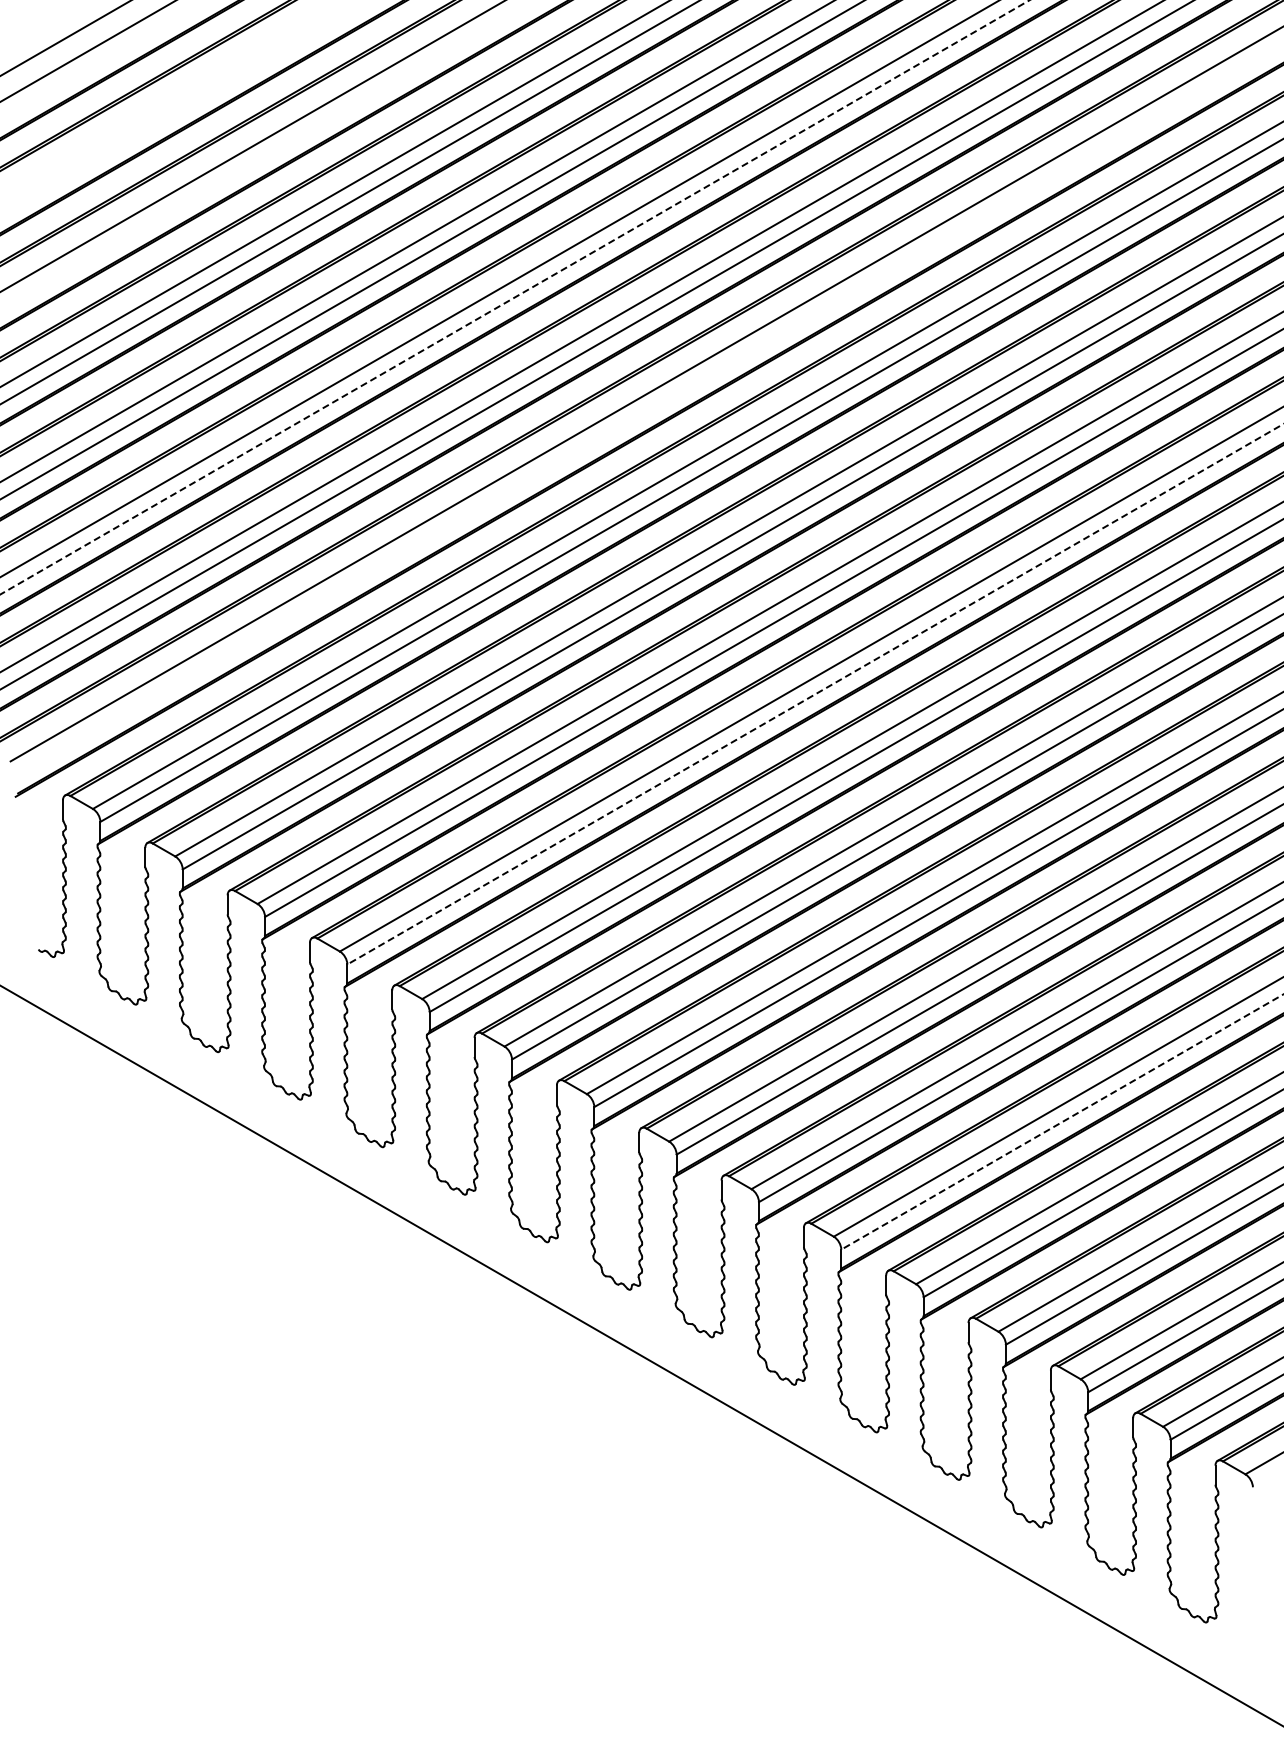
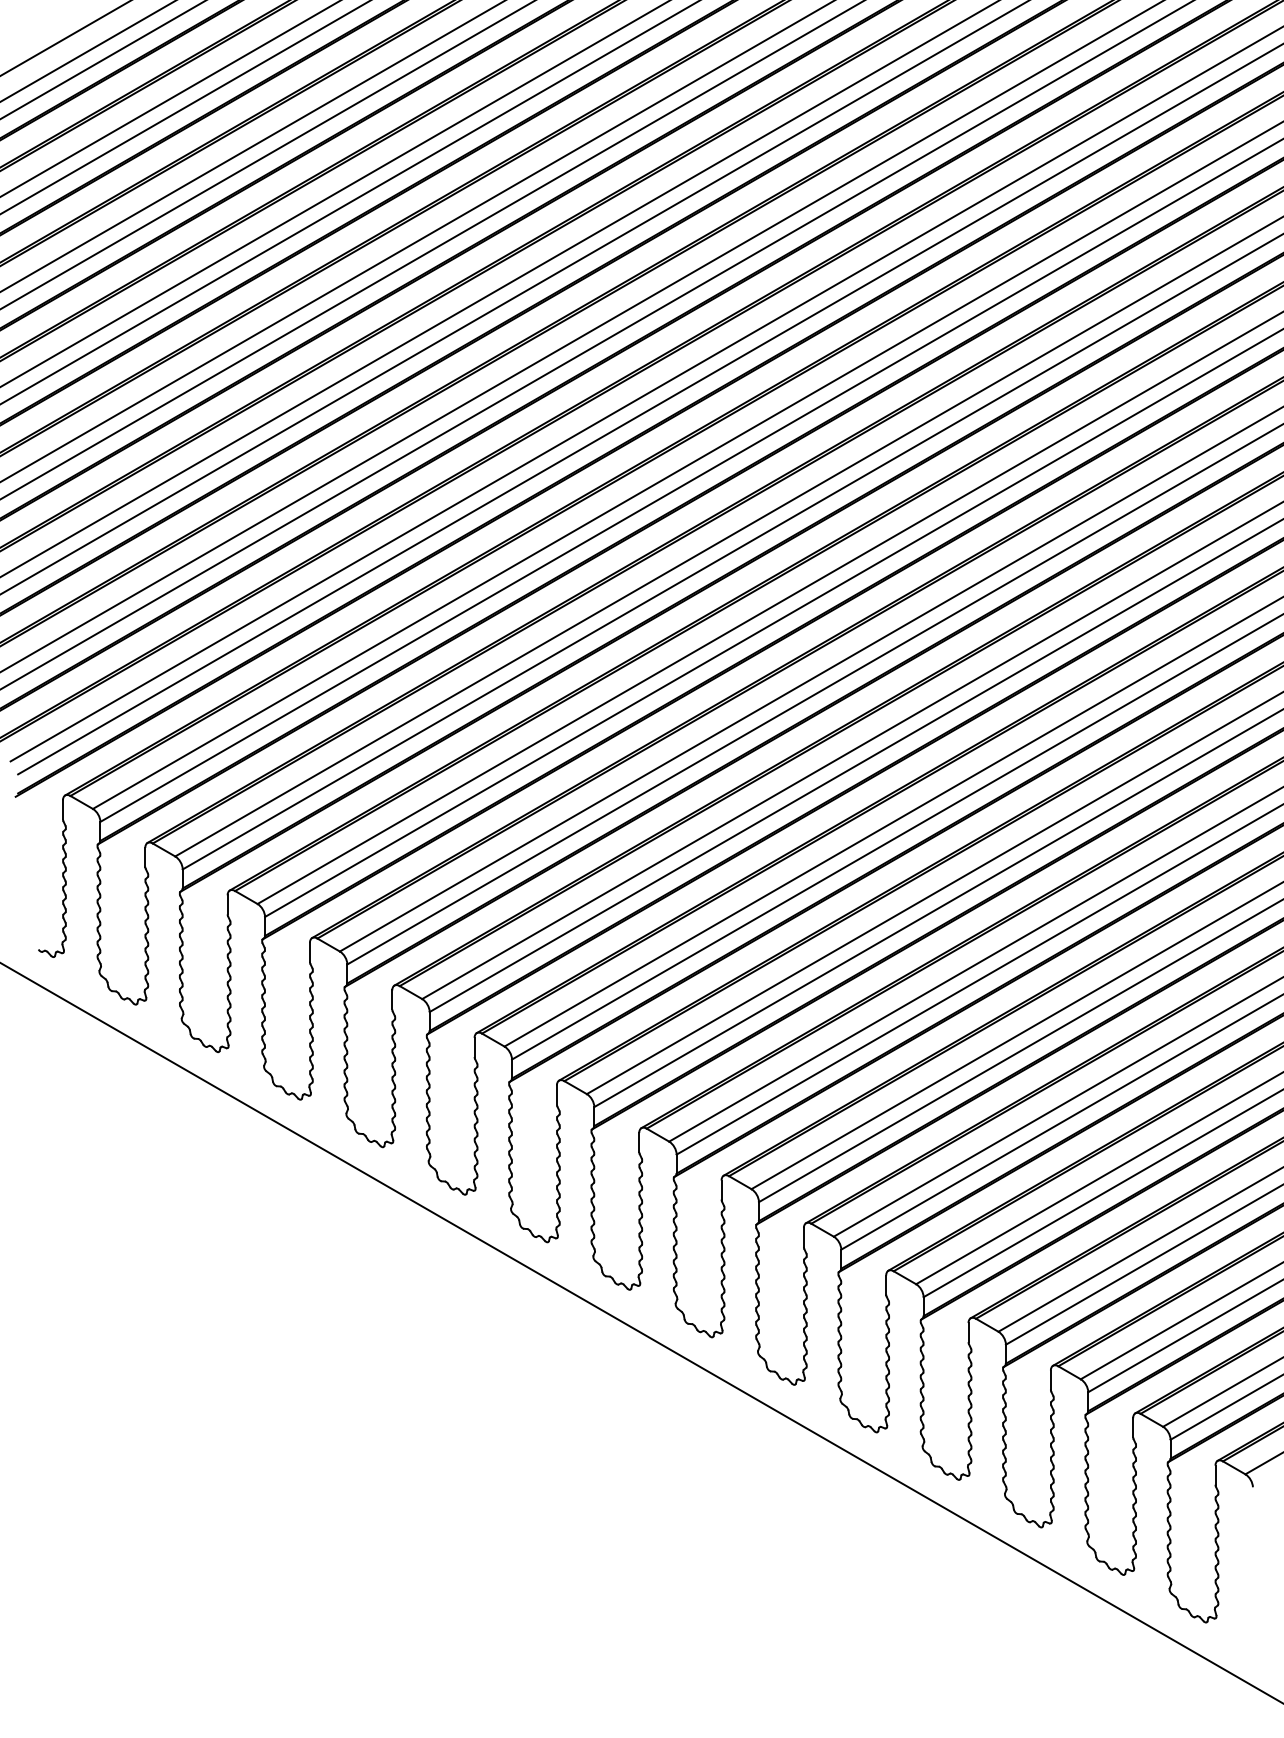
line at (102, 60): none -> present
line at (169, 98): none -> present
line at (184, 107): none -> present
line at (267, 155): none -> present
line at (514, 297): dashed -> solid
line at (649, 409): none -> present
line at (815, 694): dashed -> solid
line at (1062, 1122): dashed -> solid
line at (641, 1355) position: (641, 1355) -> (641, 1333)
